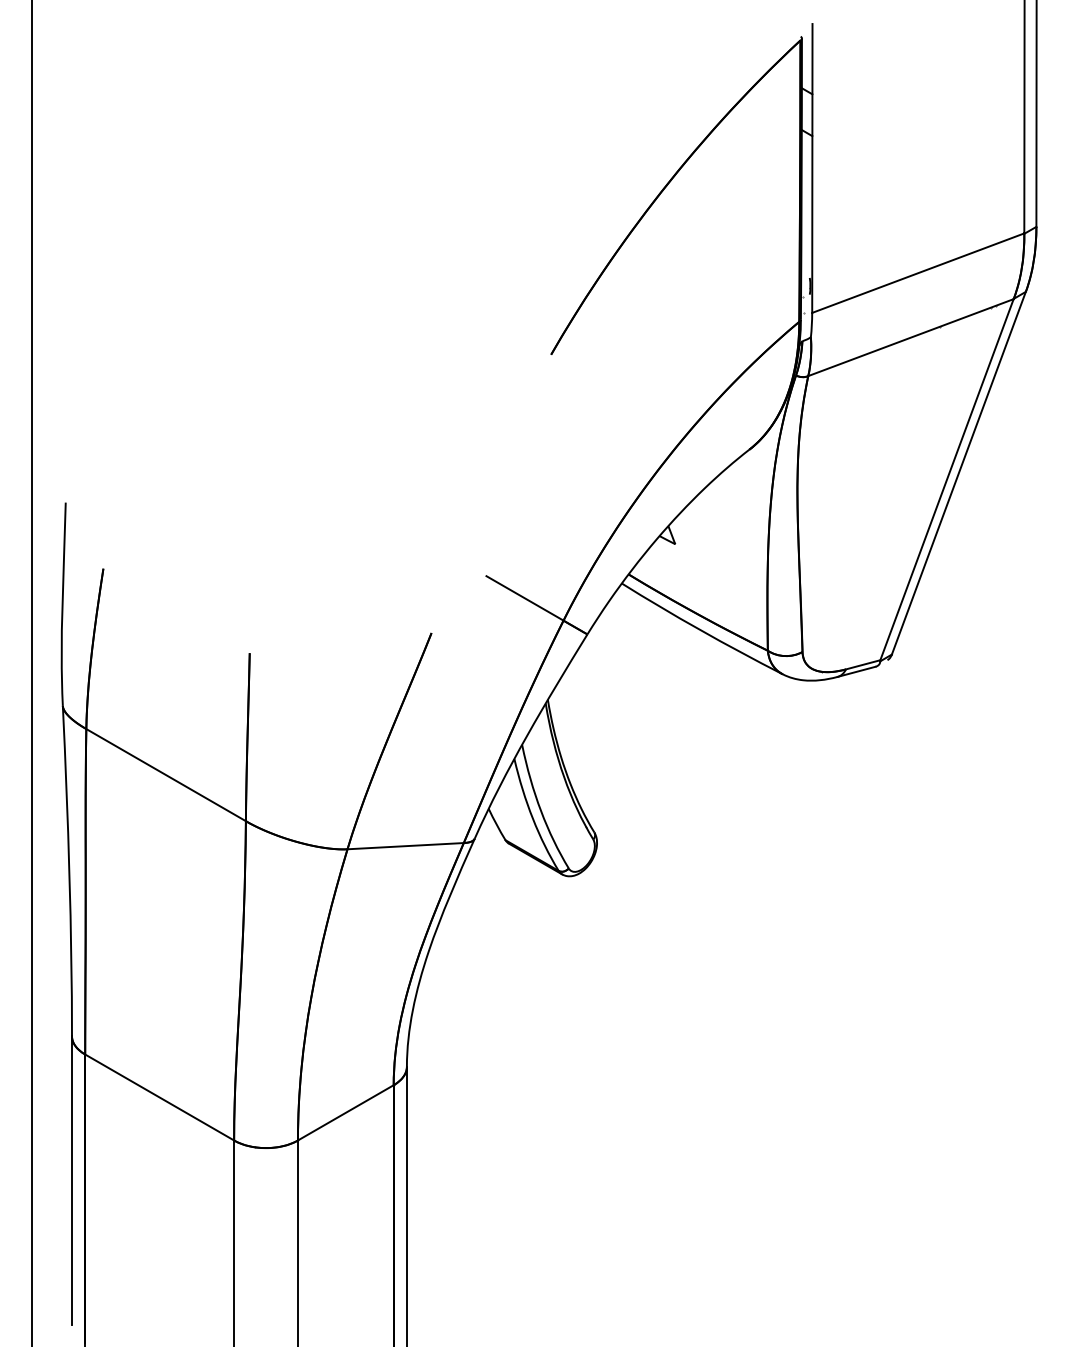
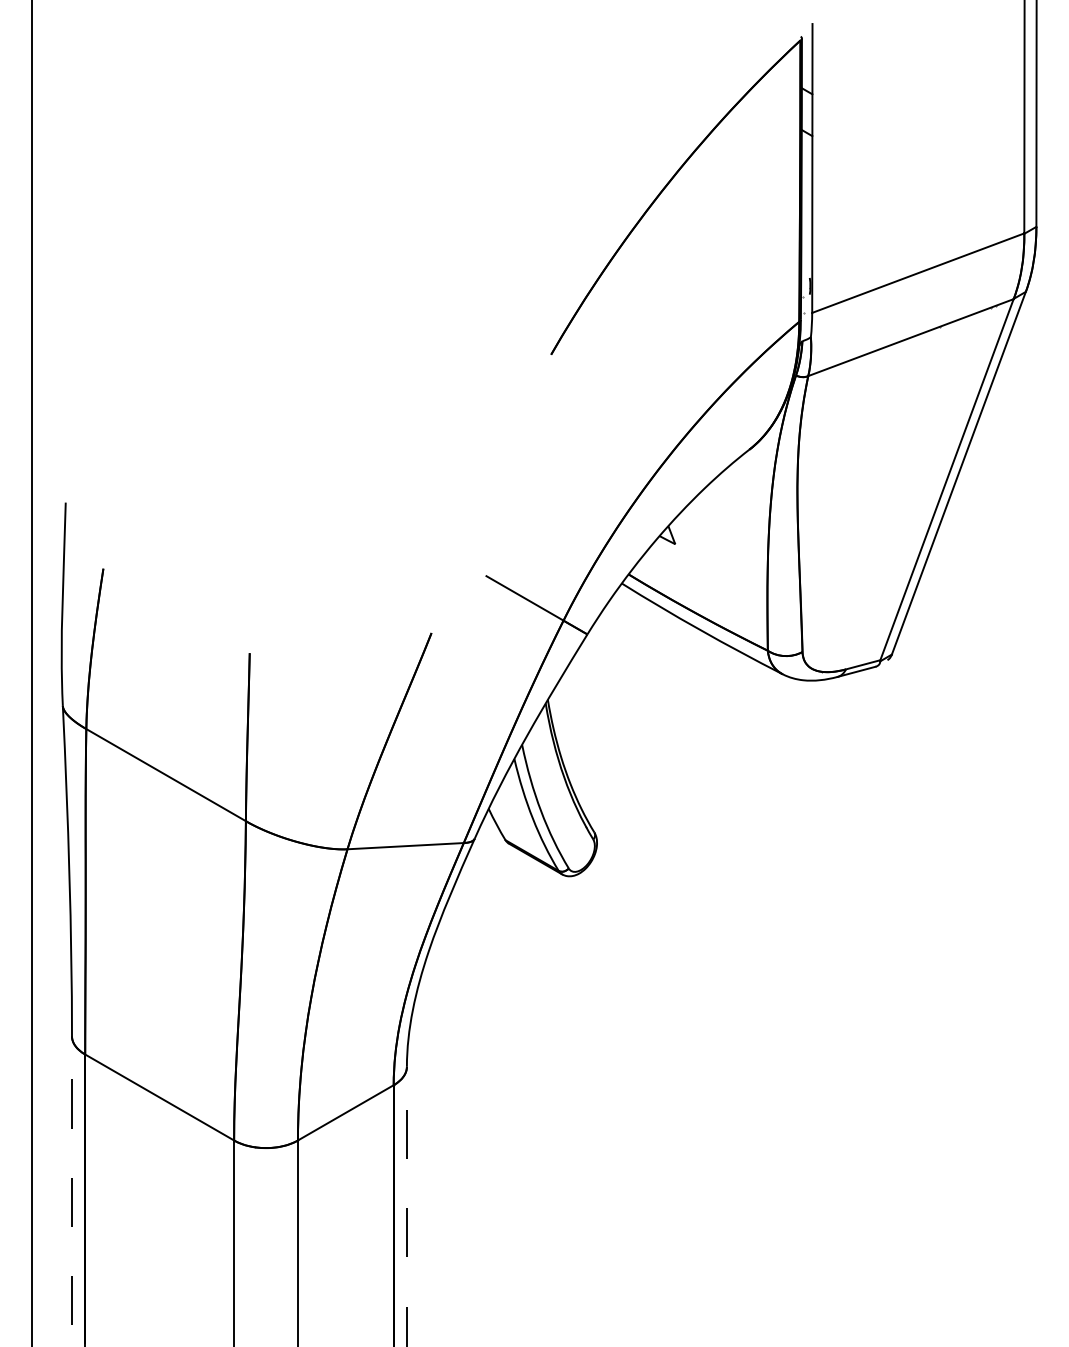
line at (71, 1180): solid -> dashed
line at (406, 1206): solid -> dashed
